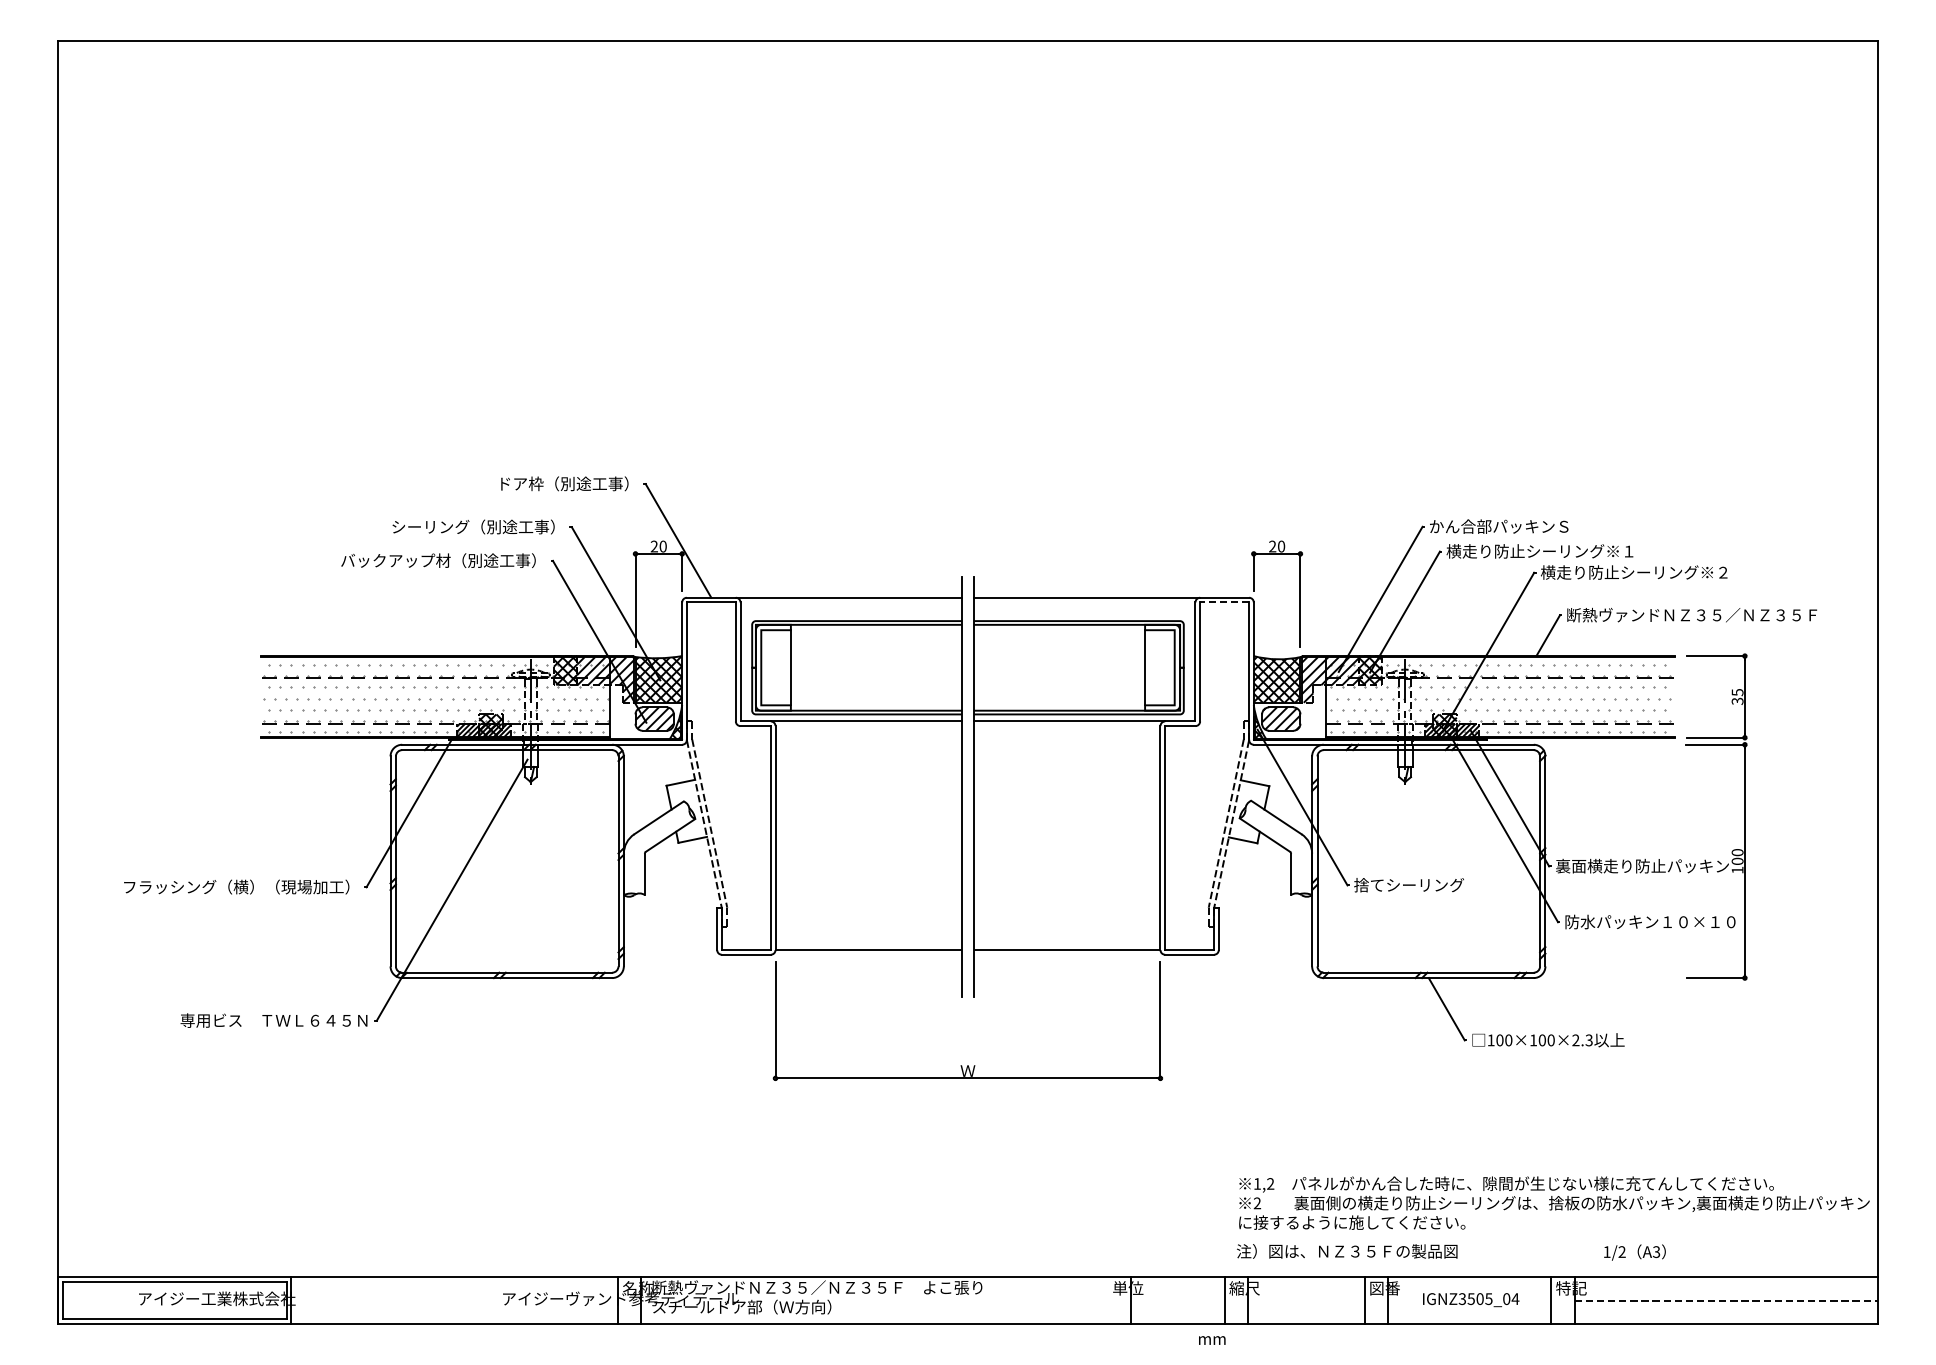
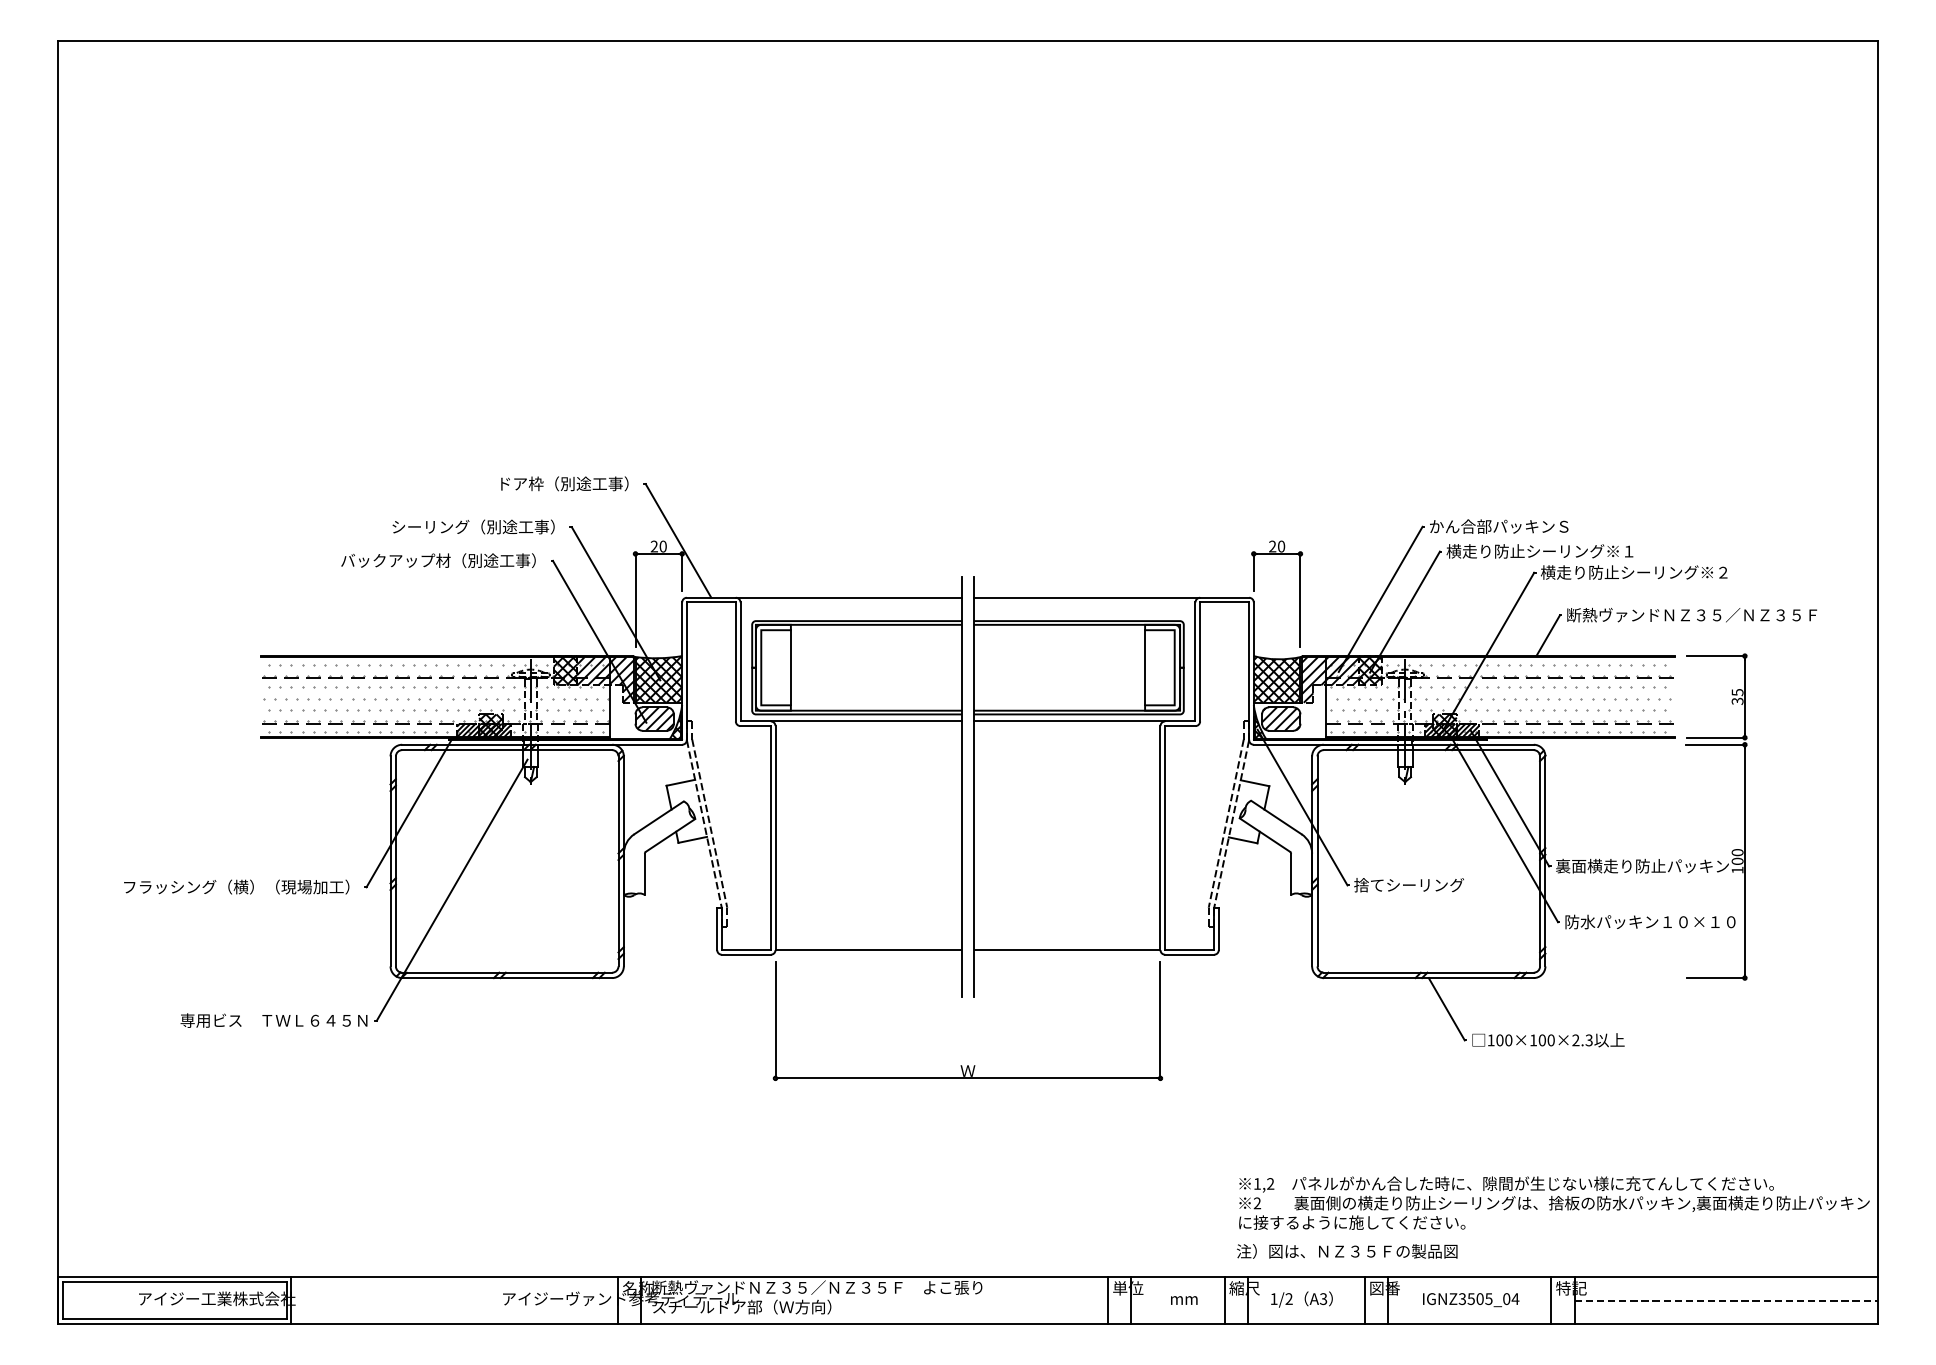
line at (1224, 602): dashed -> solid
text at (1634, 1252) position: (1634, 1252) -> (1301, 1299)
line at (1107, 1300): none -> present
text at (1212, 1340) position: (1212, 1340) -> (1184, 1300)
